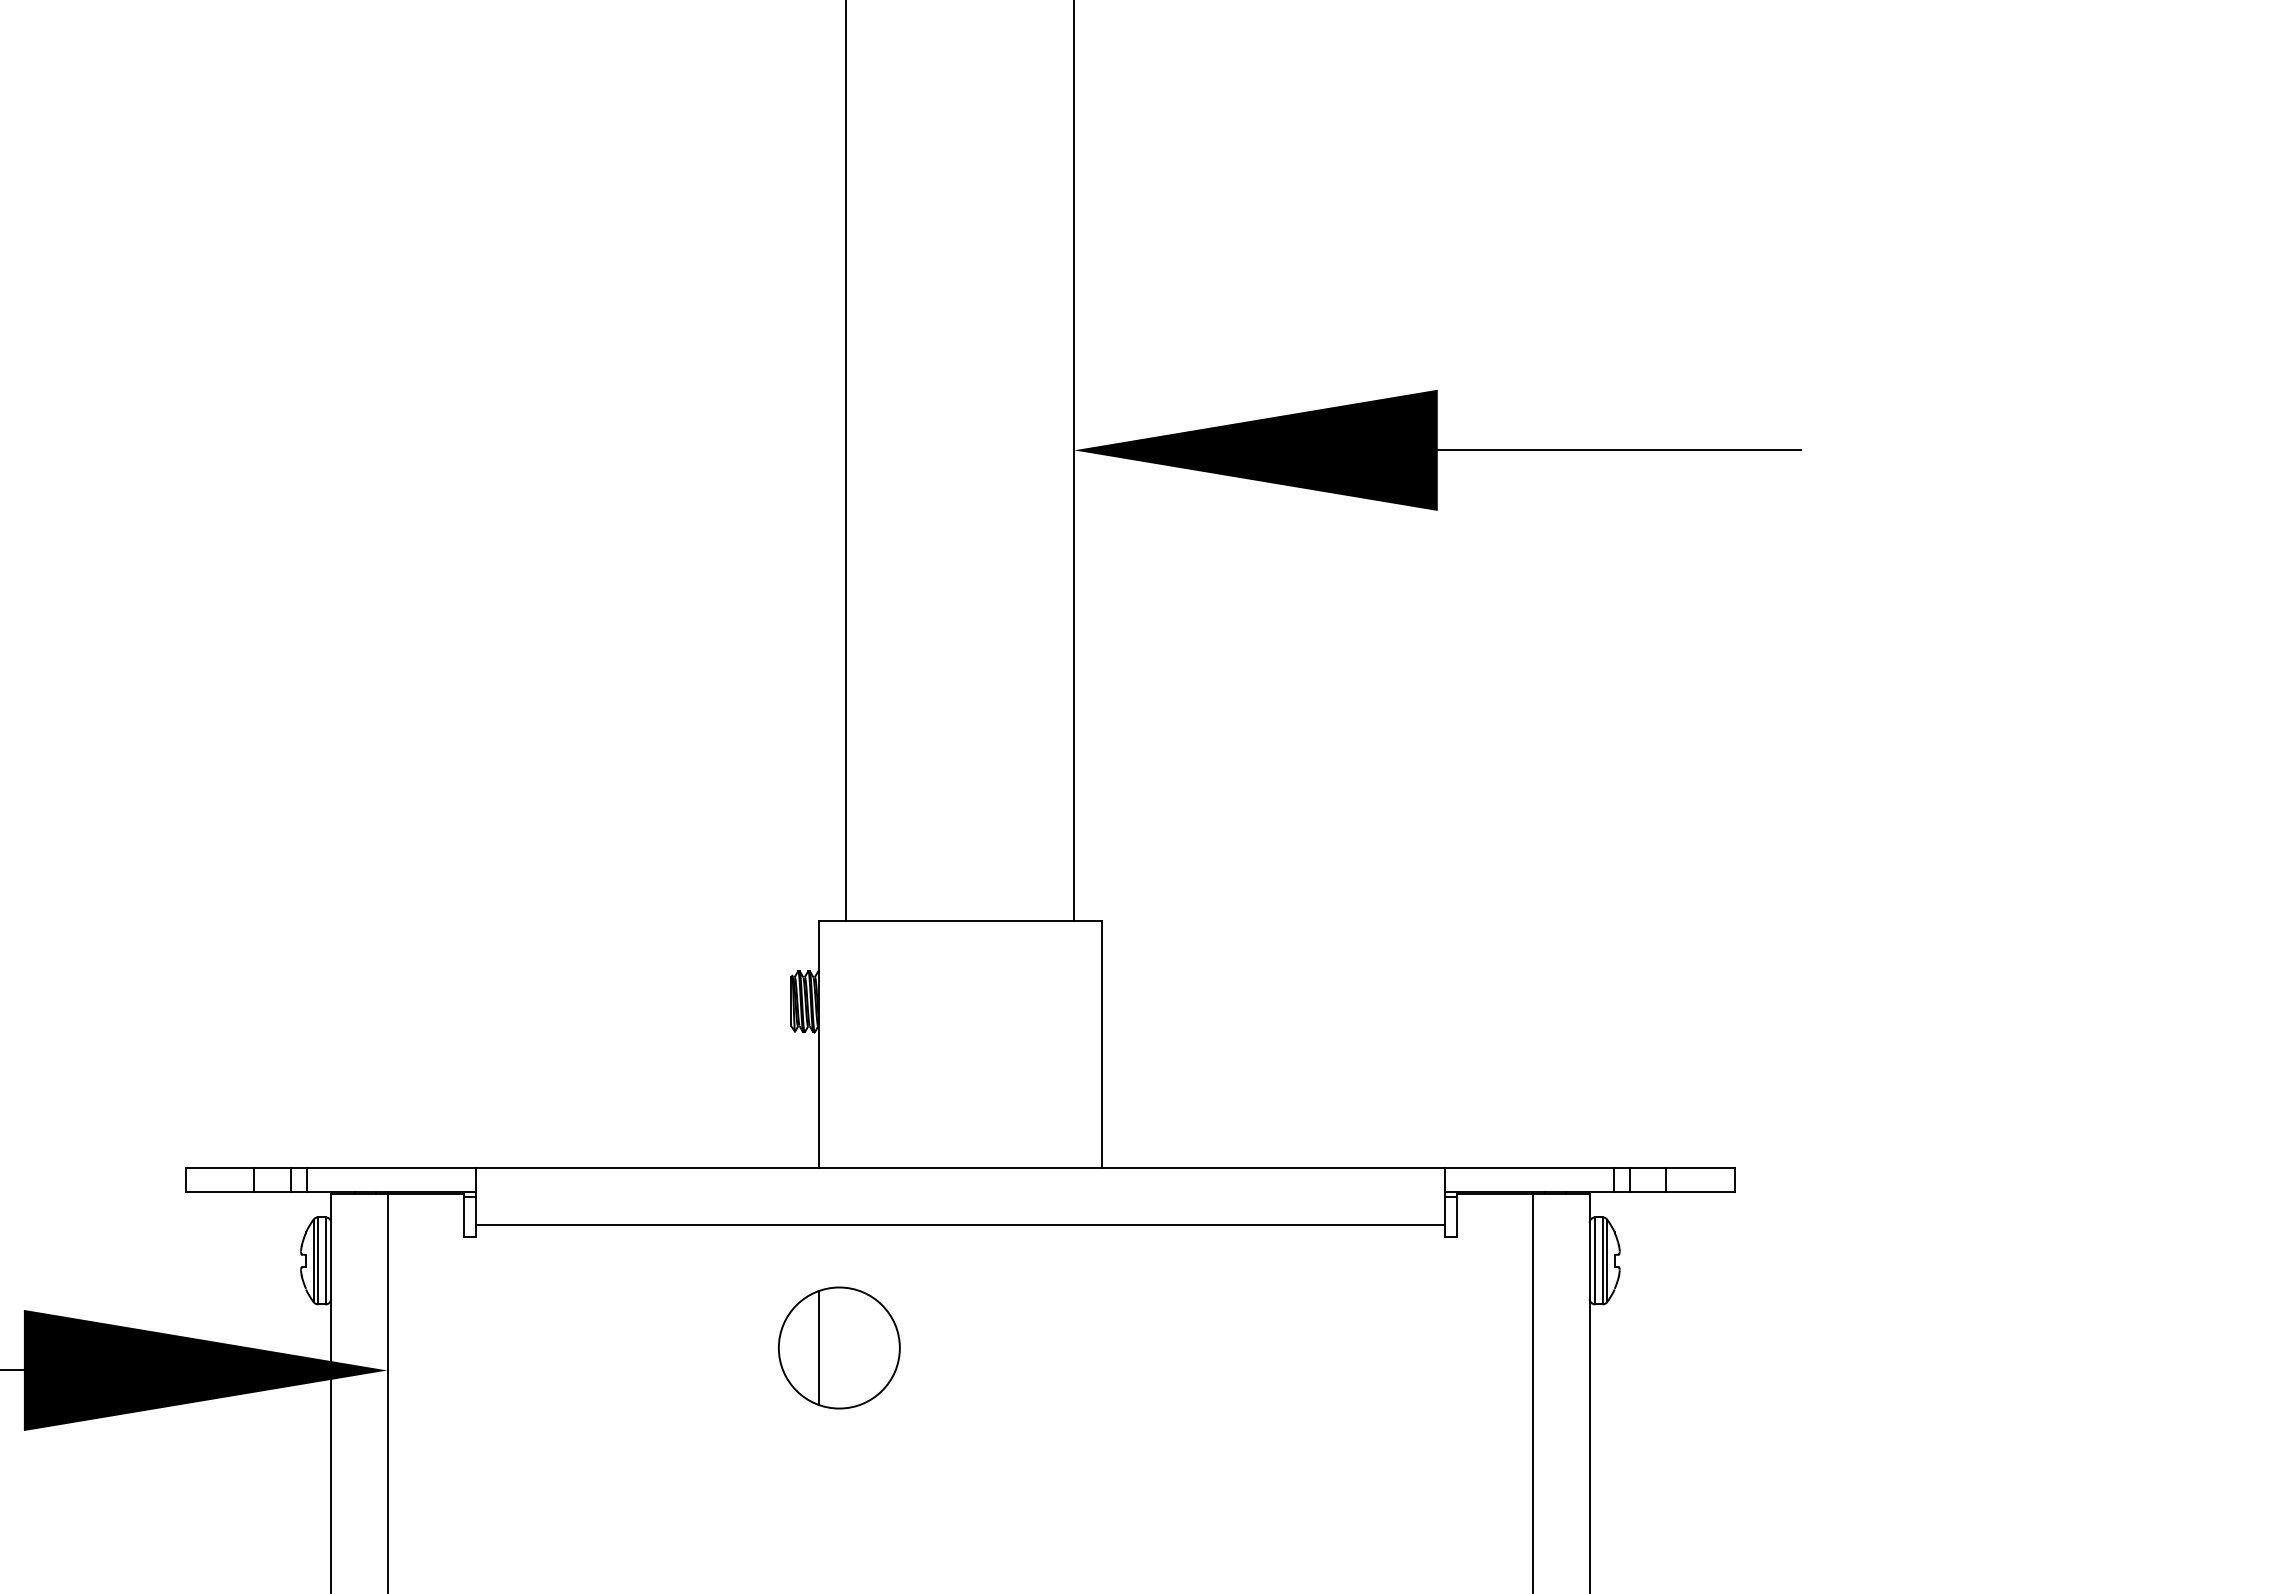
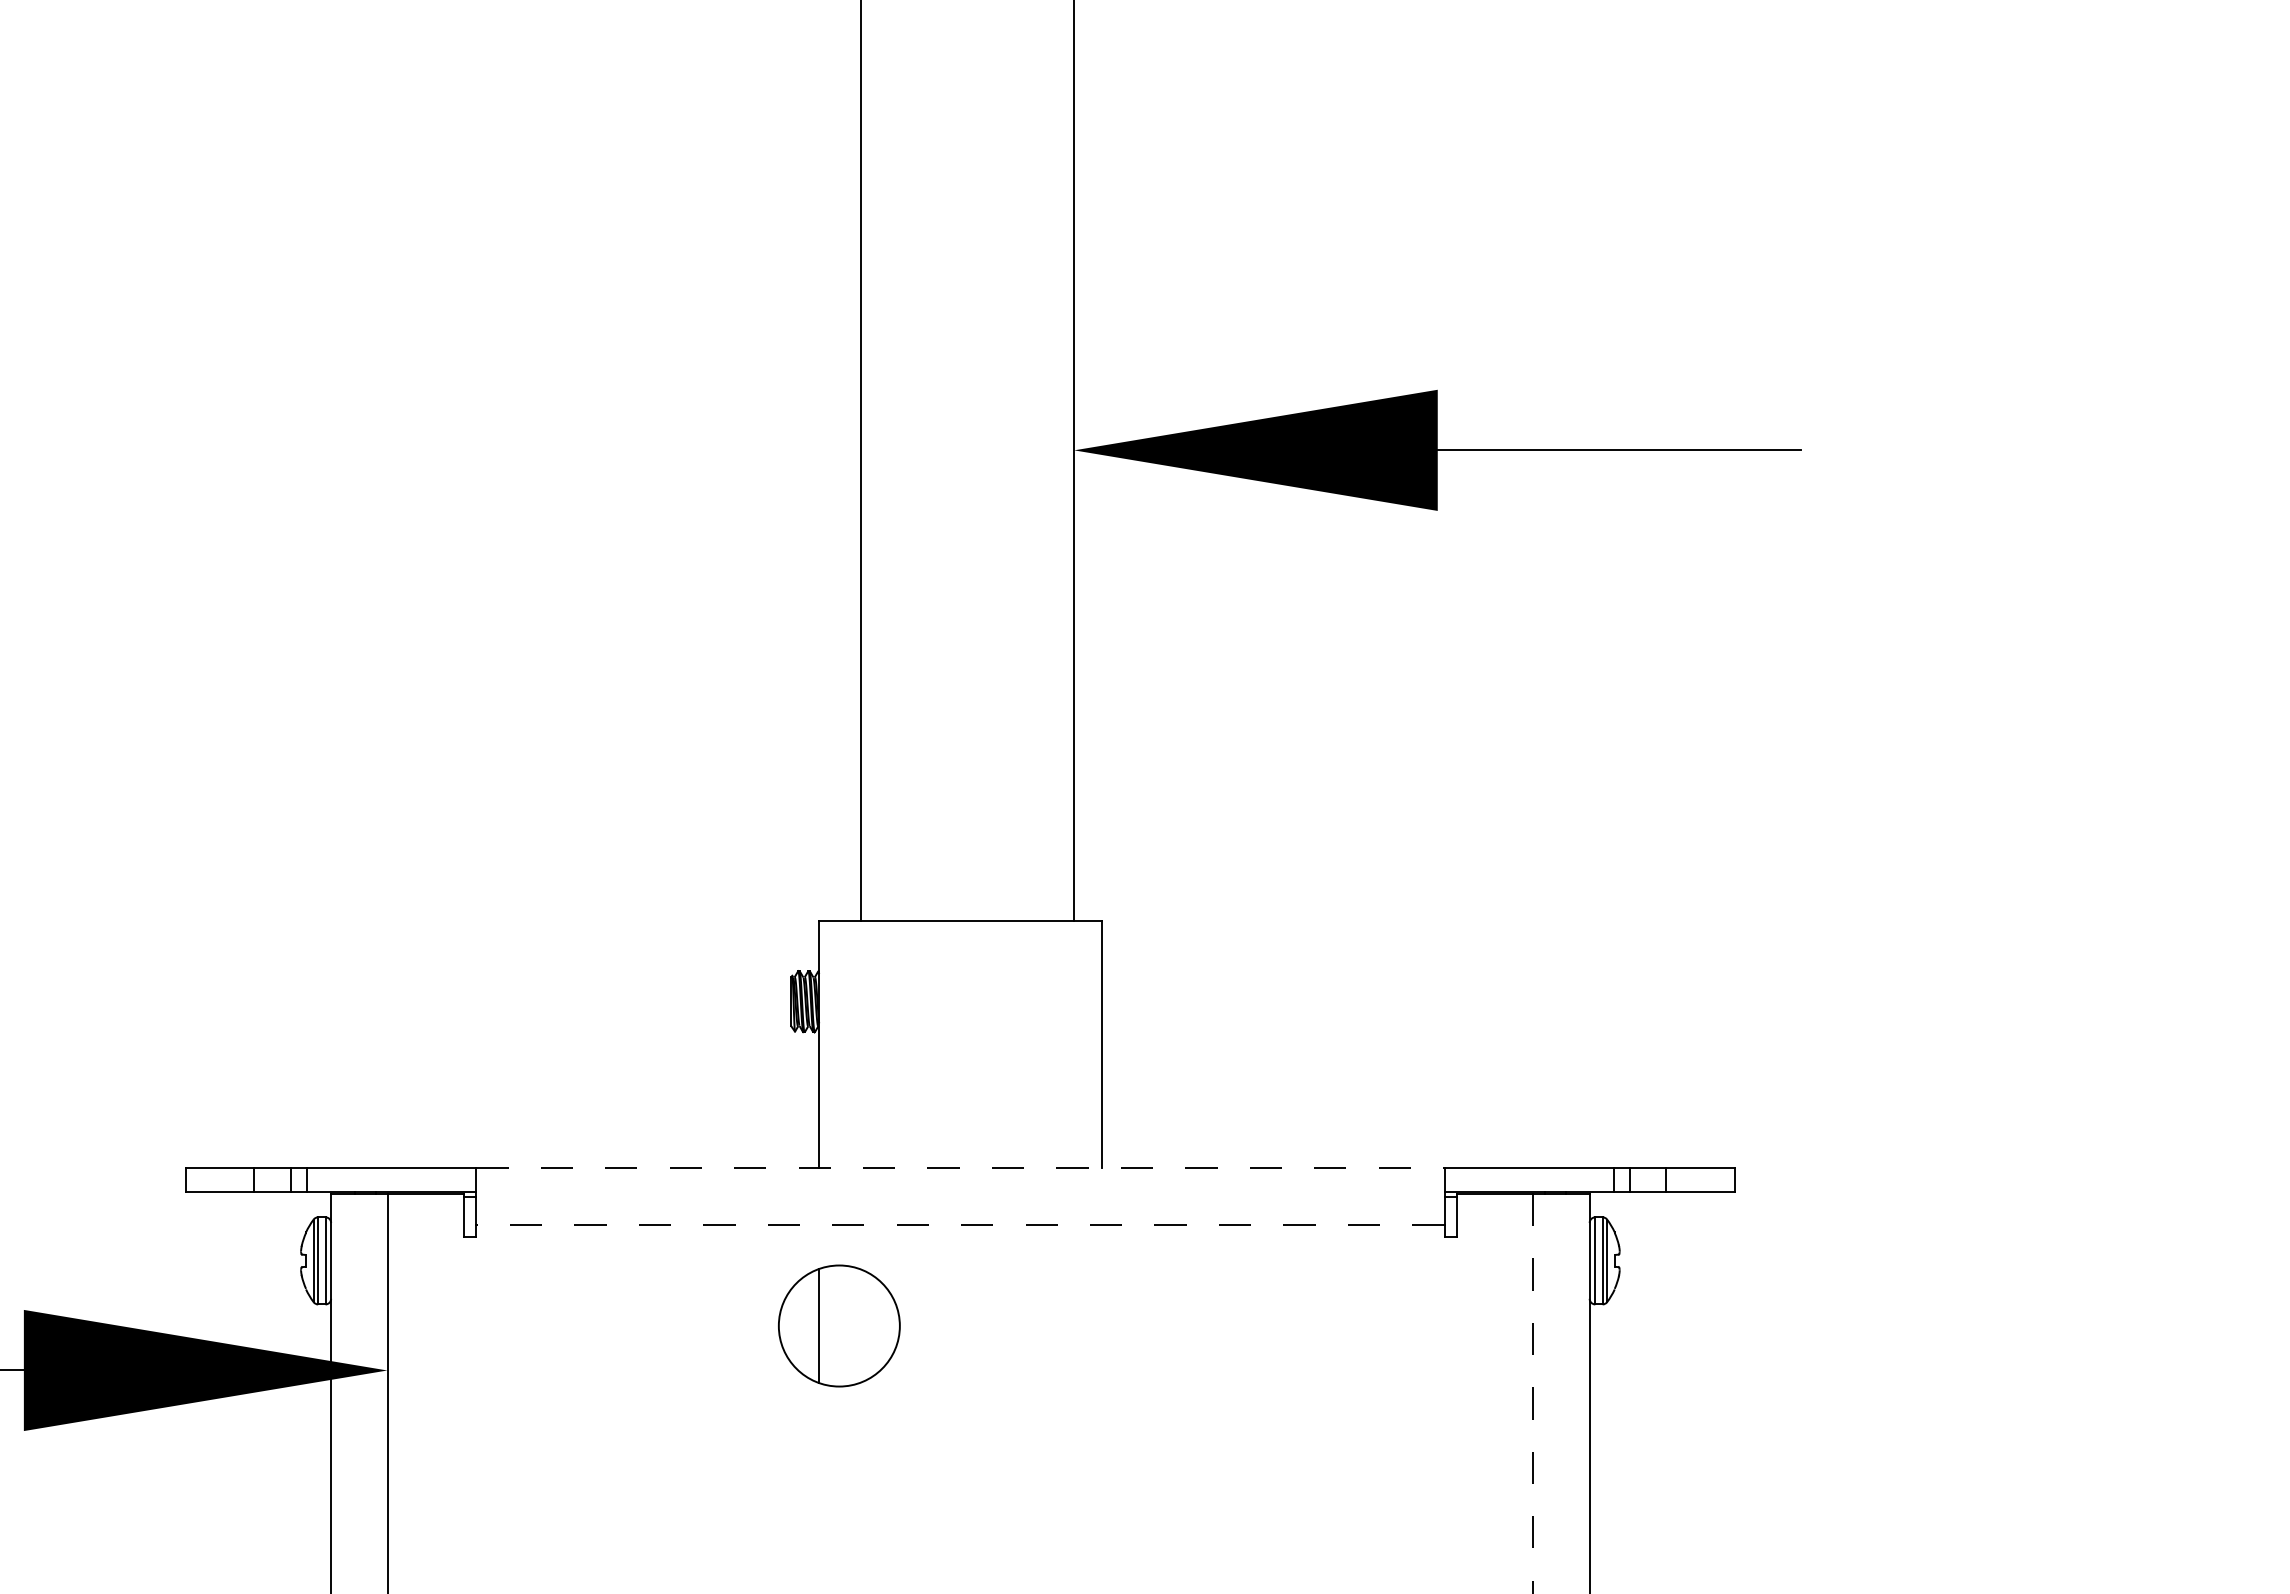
line at (846, 461) position: (846, 461) -> (861, 461)
line at (960, 1168): solid -> dashed
line at (959, 1224): solid -> dashed
part at (839, 1347) position: (839, 1347) -> (839, 1325)
line at (1533, 1393): solid -> dashed
